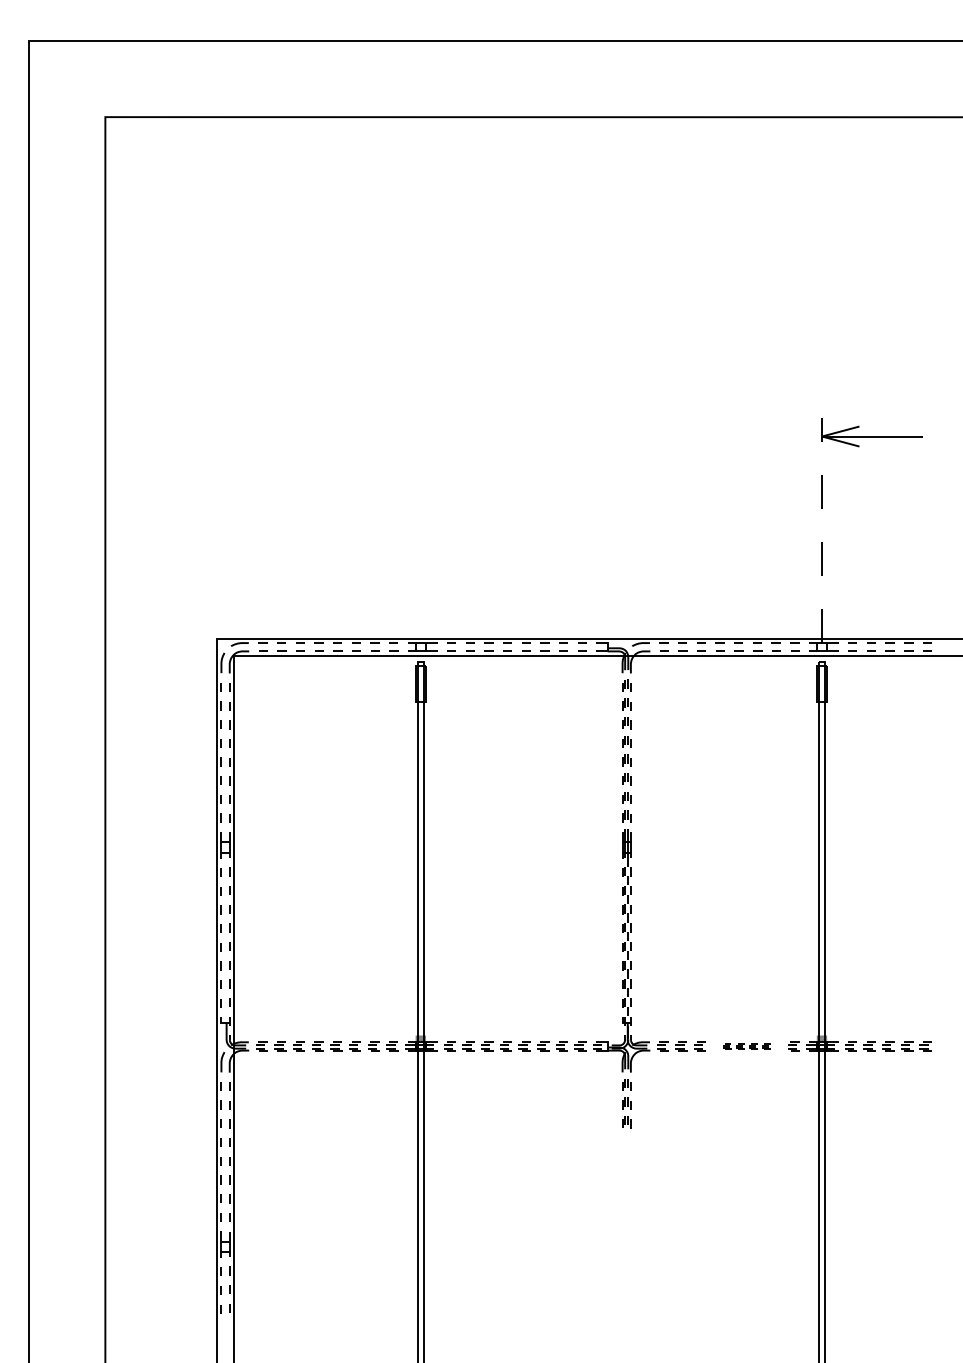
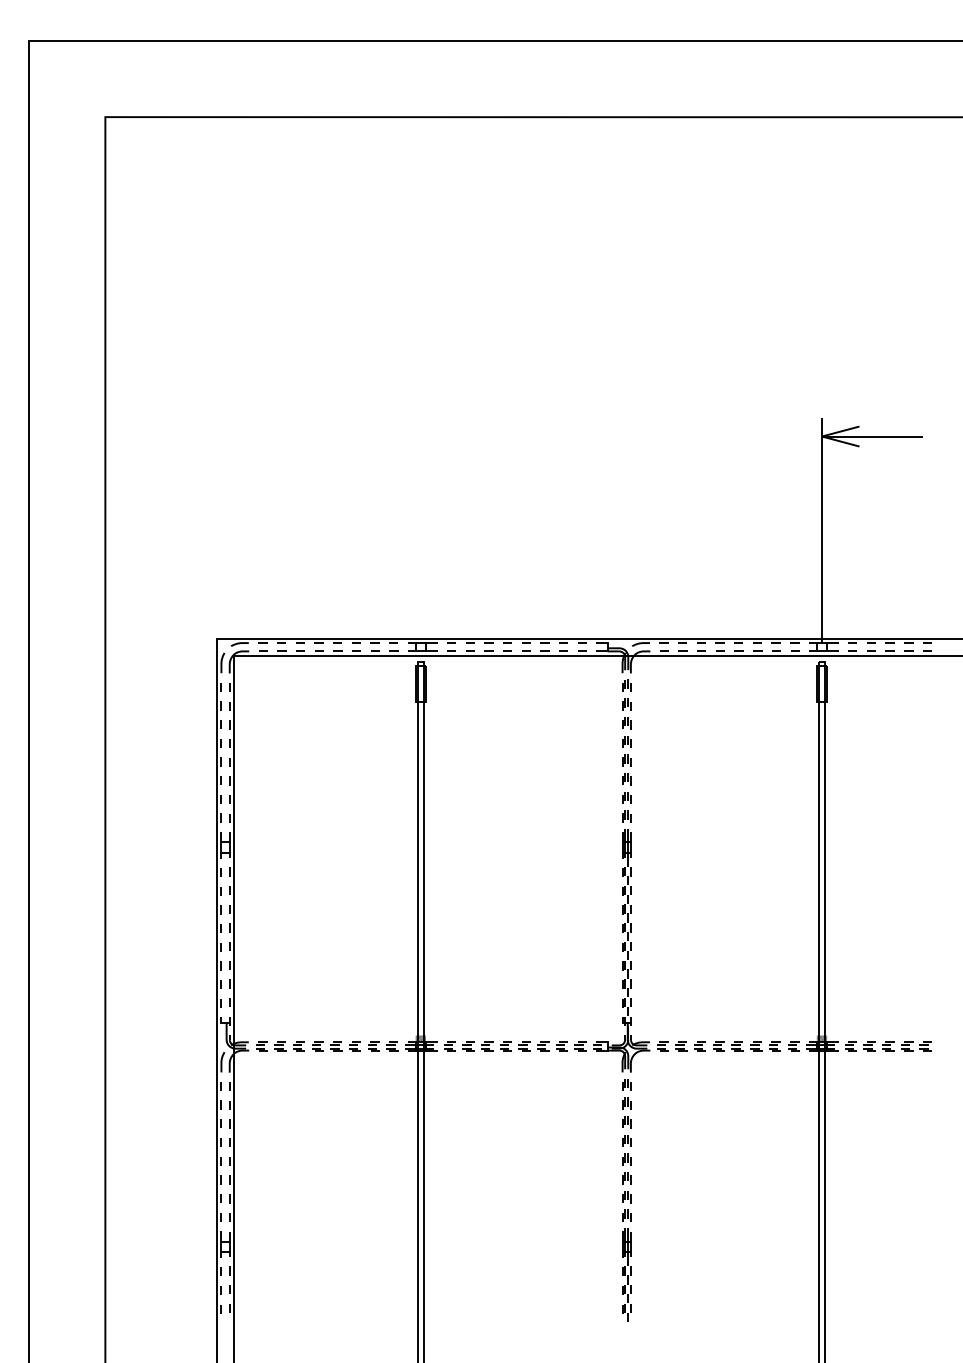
line at (822, 530): dashed -> solid
part at (746, 1046) size: 48x7 px -> 68x11 px
part at (626, 1228): none -> present
